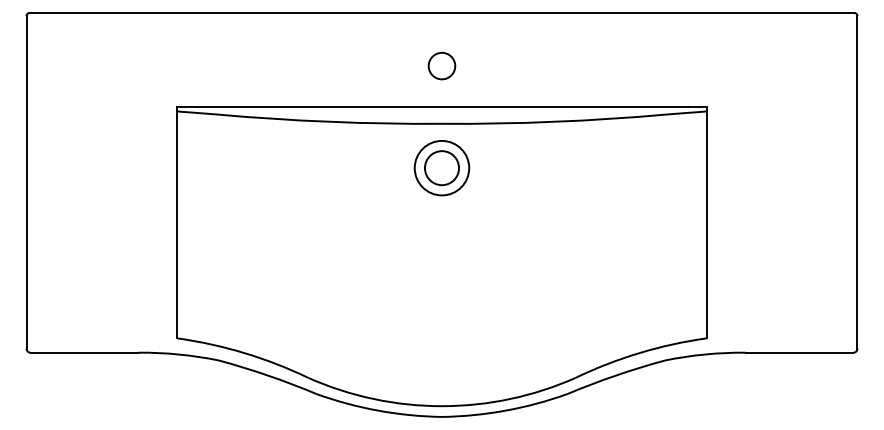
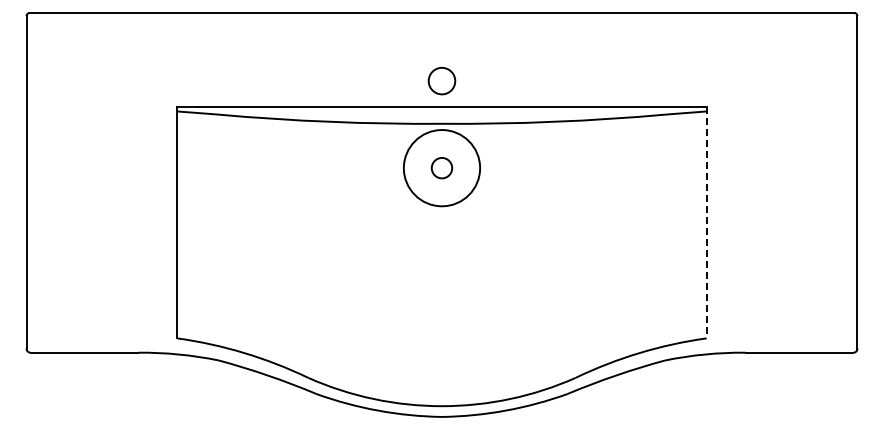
circle at (441, 66) position: (441, 66) -> (441, 81)
circle at (441, 167) diameter: 54 px -> 76 px
circle at (441, 168) diameter: 34 px -> 20 px
line at (706, 222): solid -> dashed
